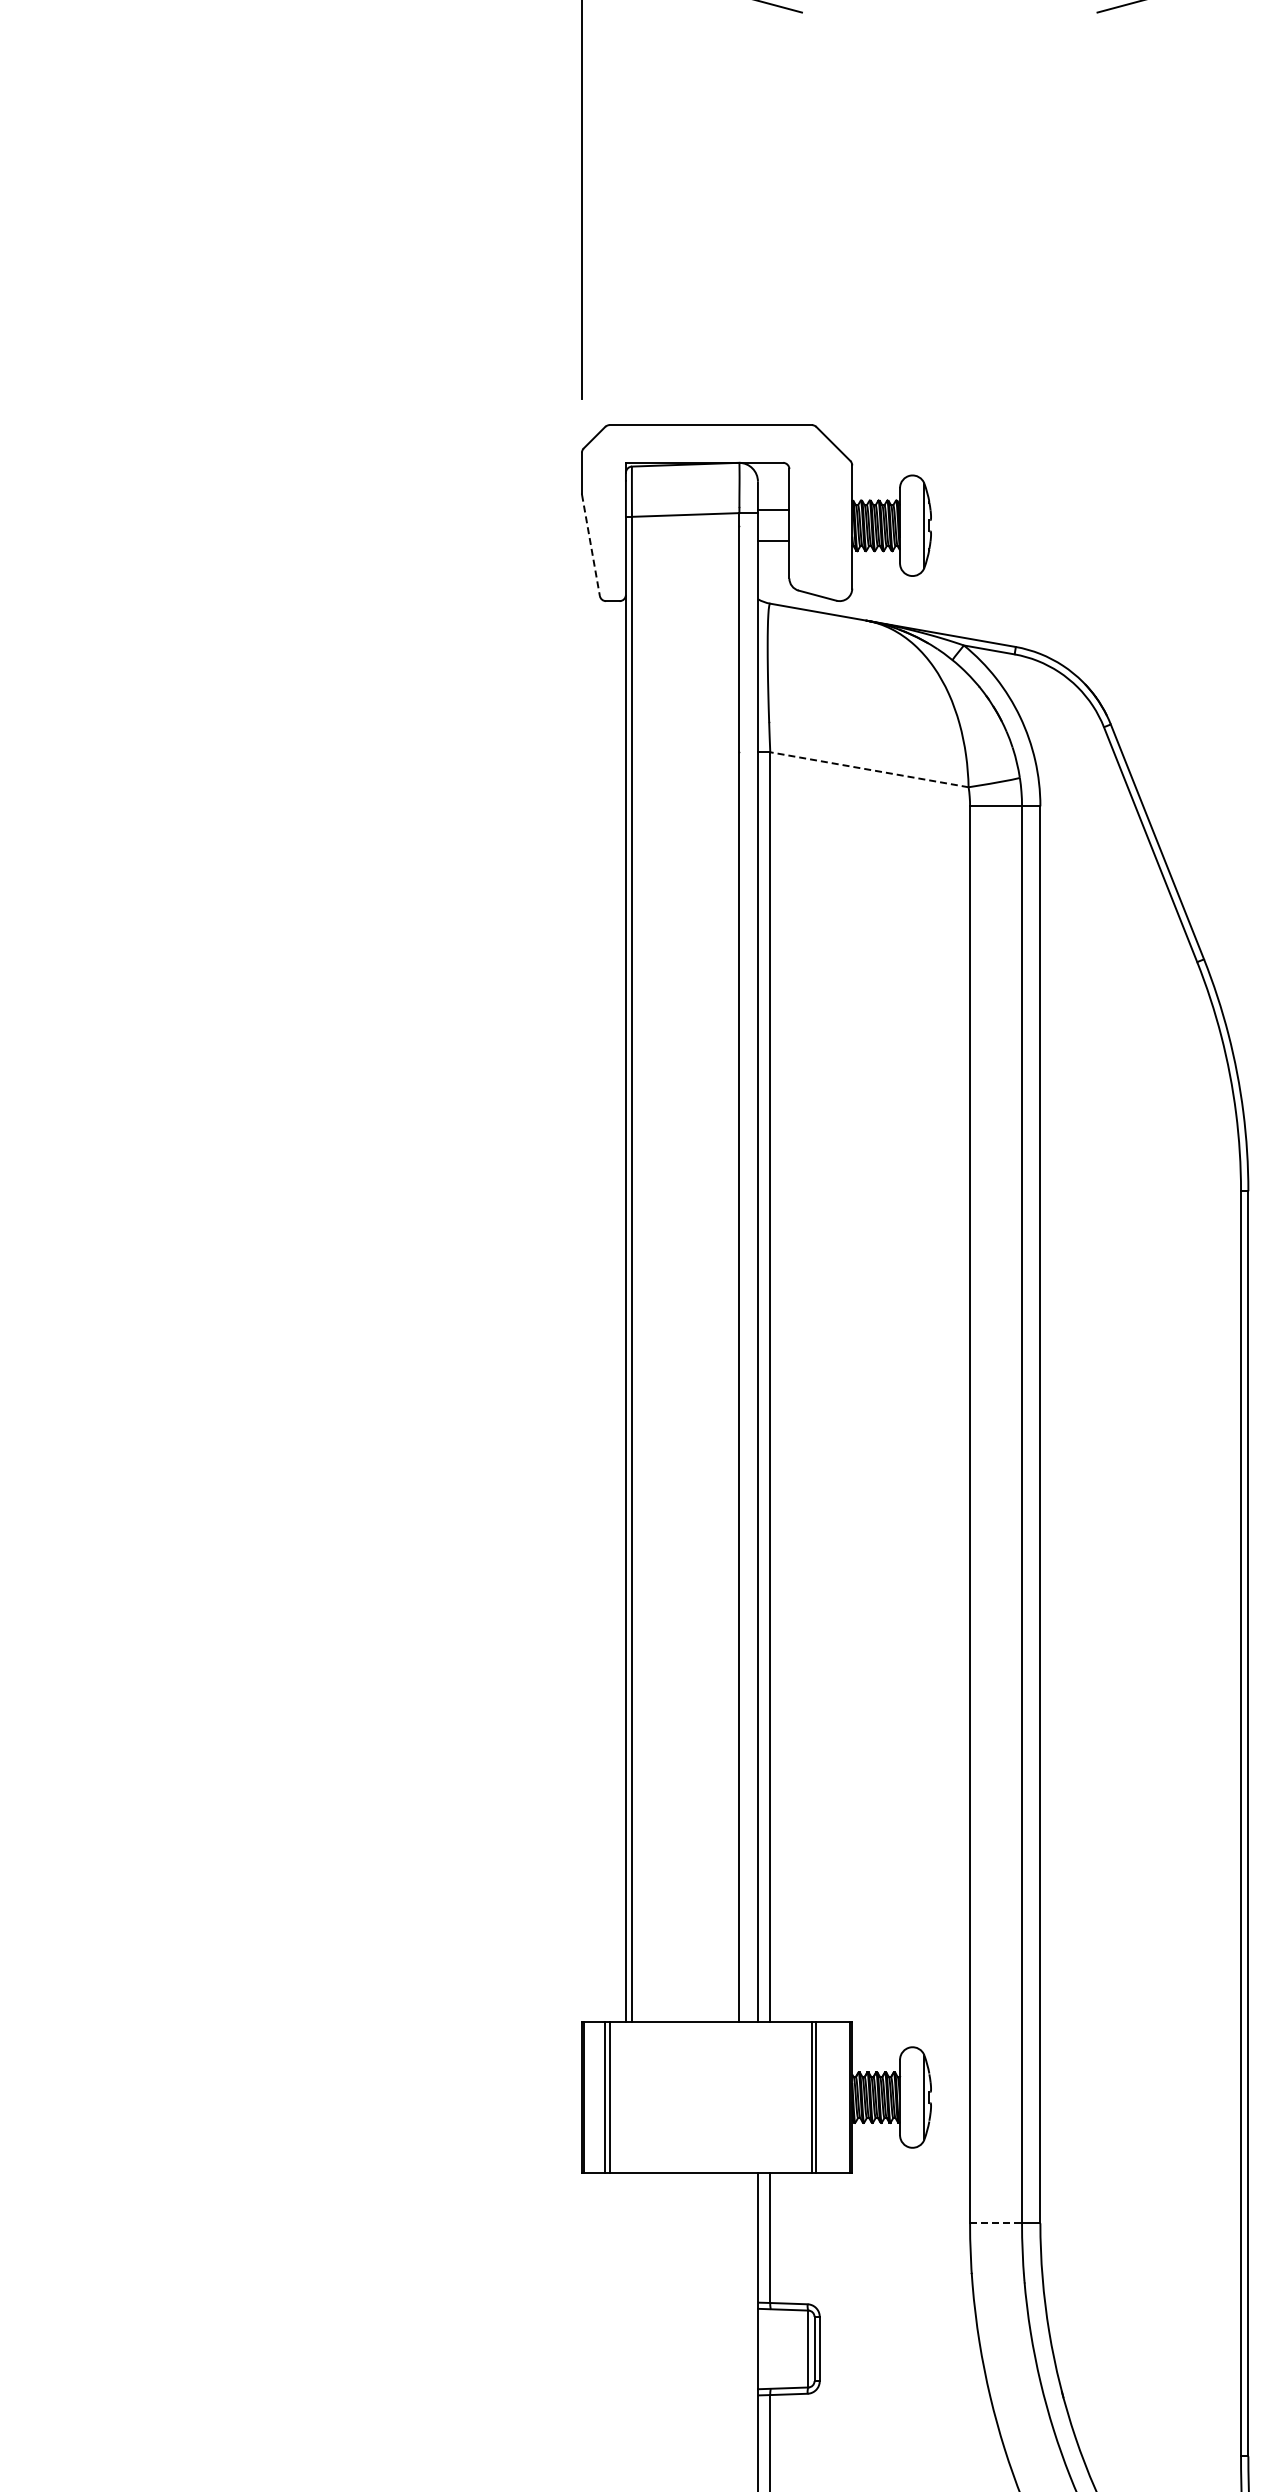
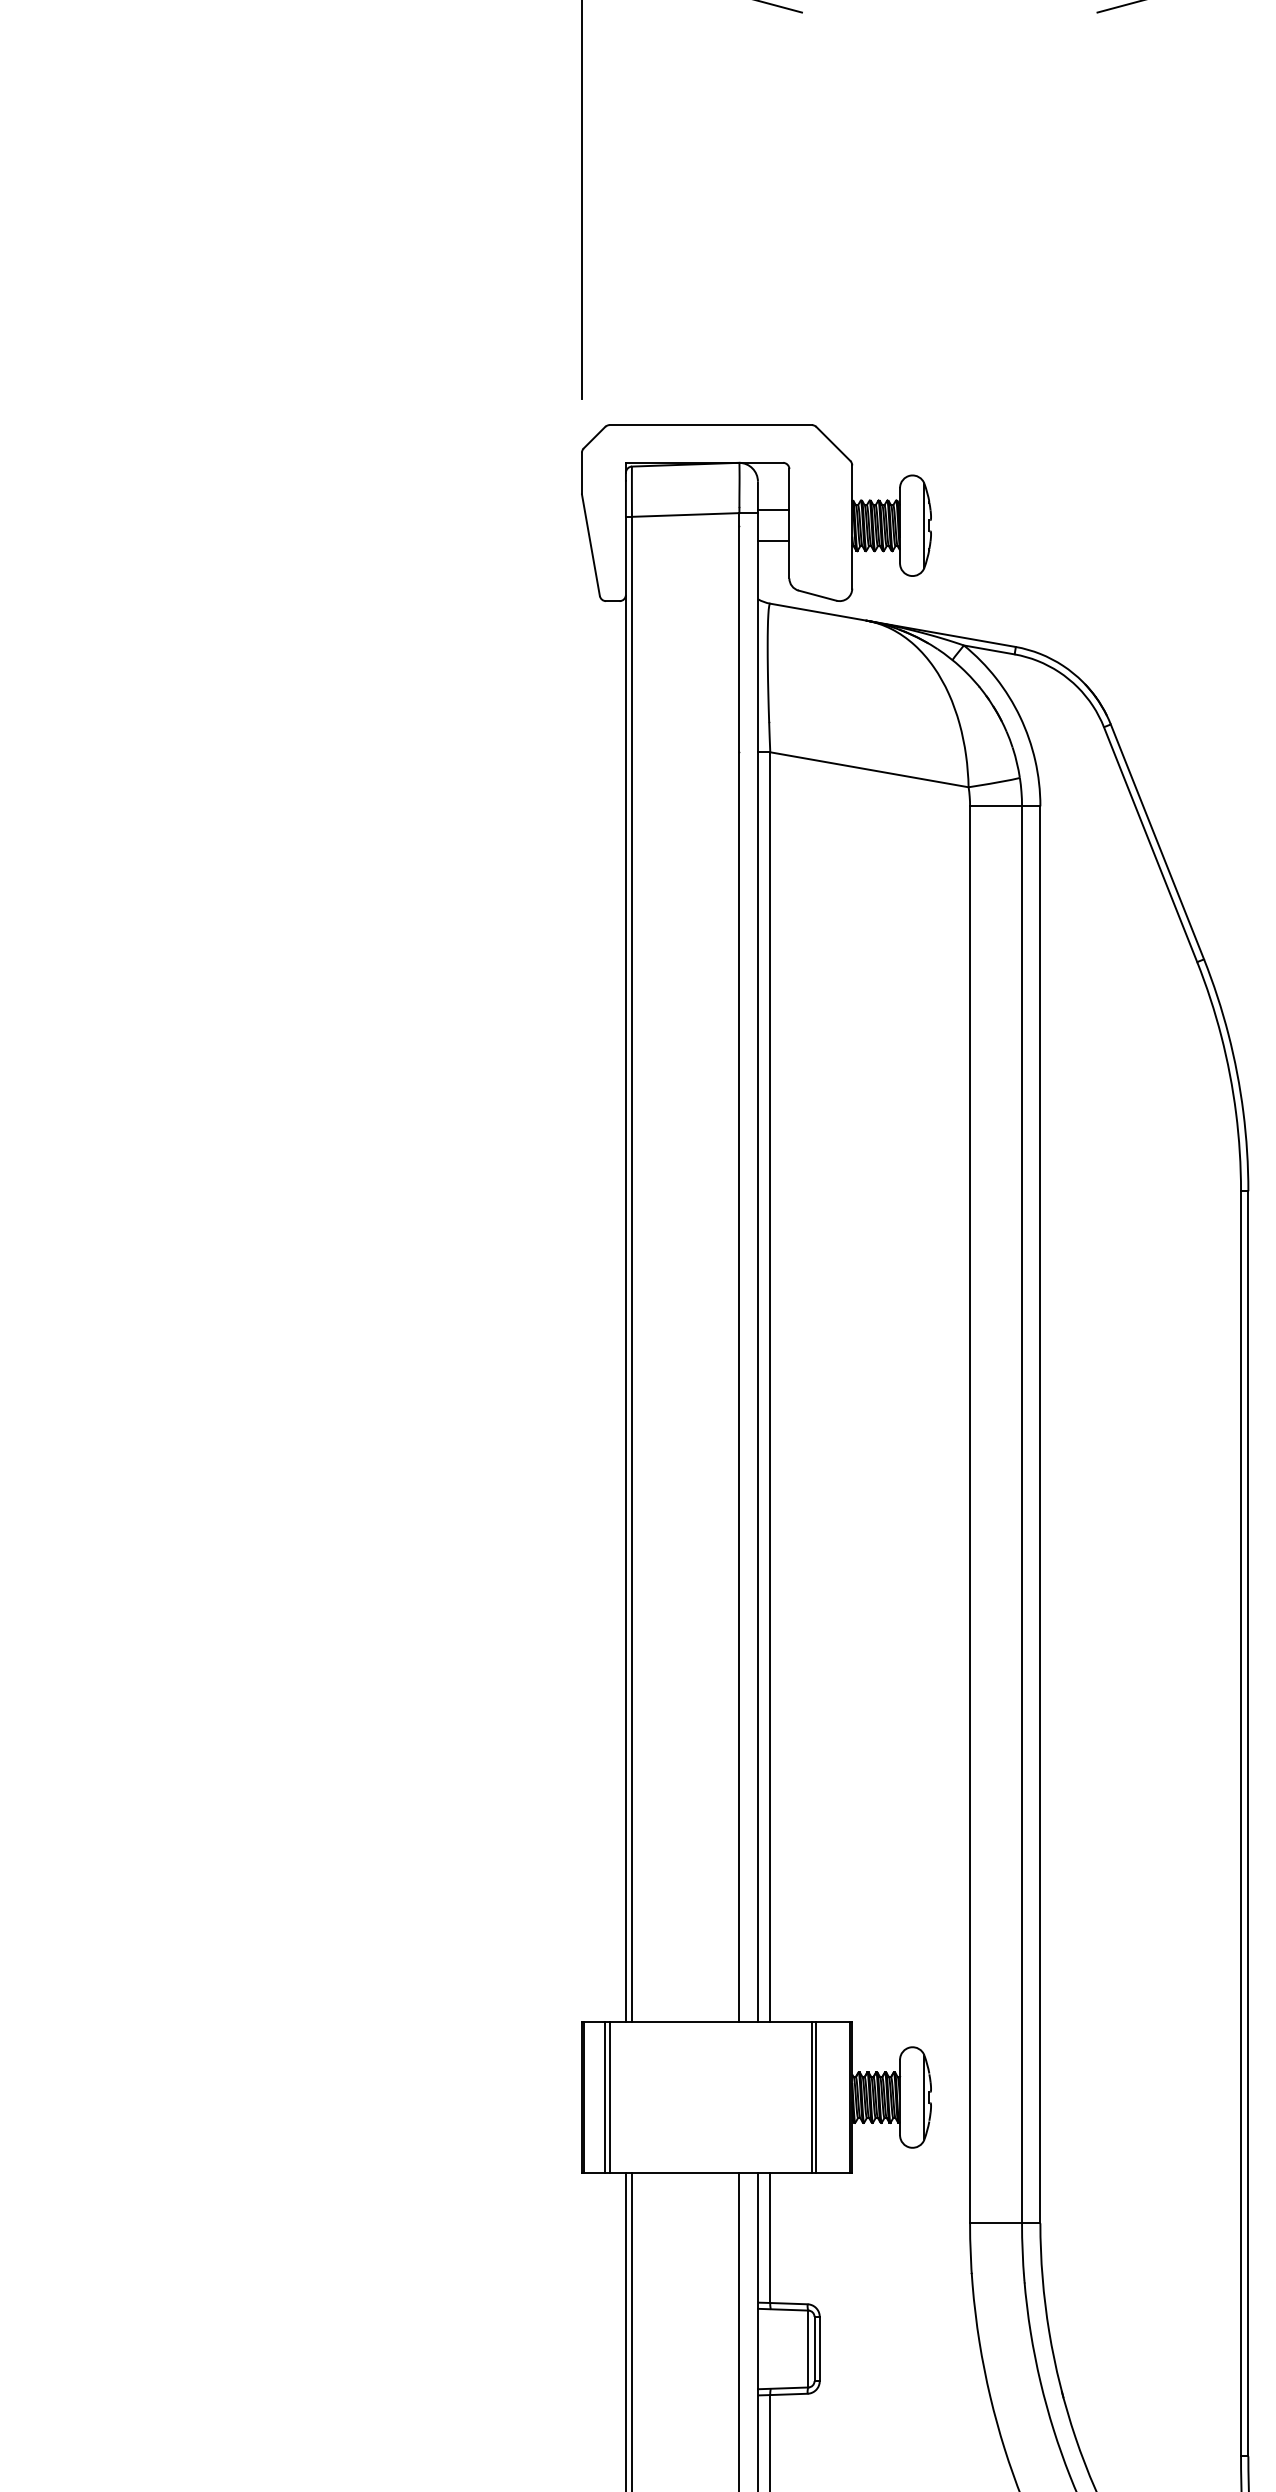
line at (591, 545): dashed -> solid
line at (869, 769): dashed -> solid
line at (996, 2223): dashed -> solid
line at (625, 2330): none -> present
line at (632, 2330): none -> present
line at (739, 2330): none -> present
